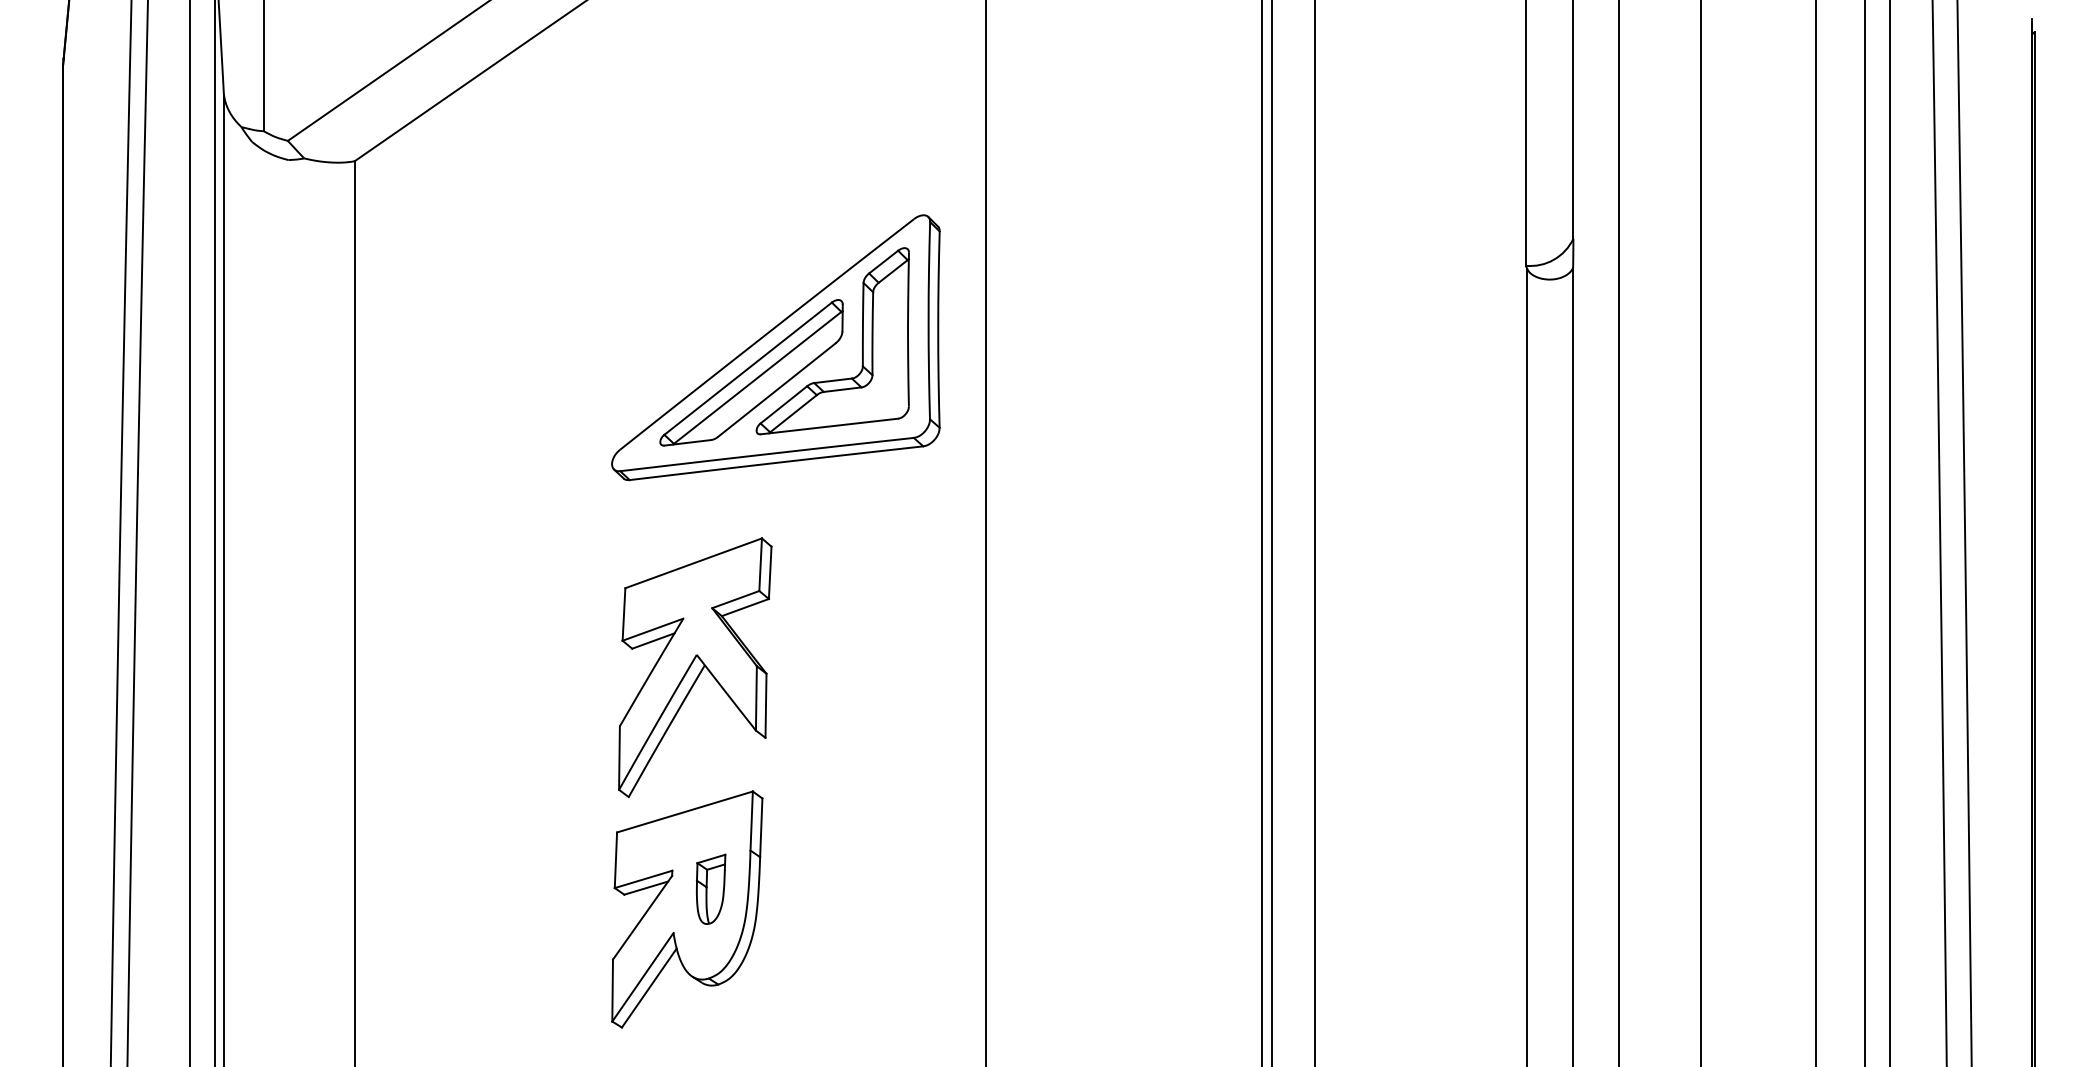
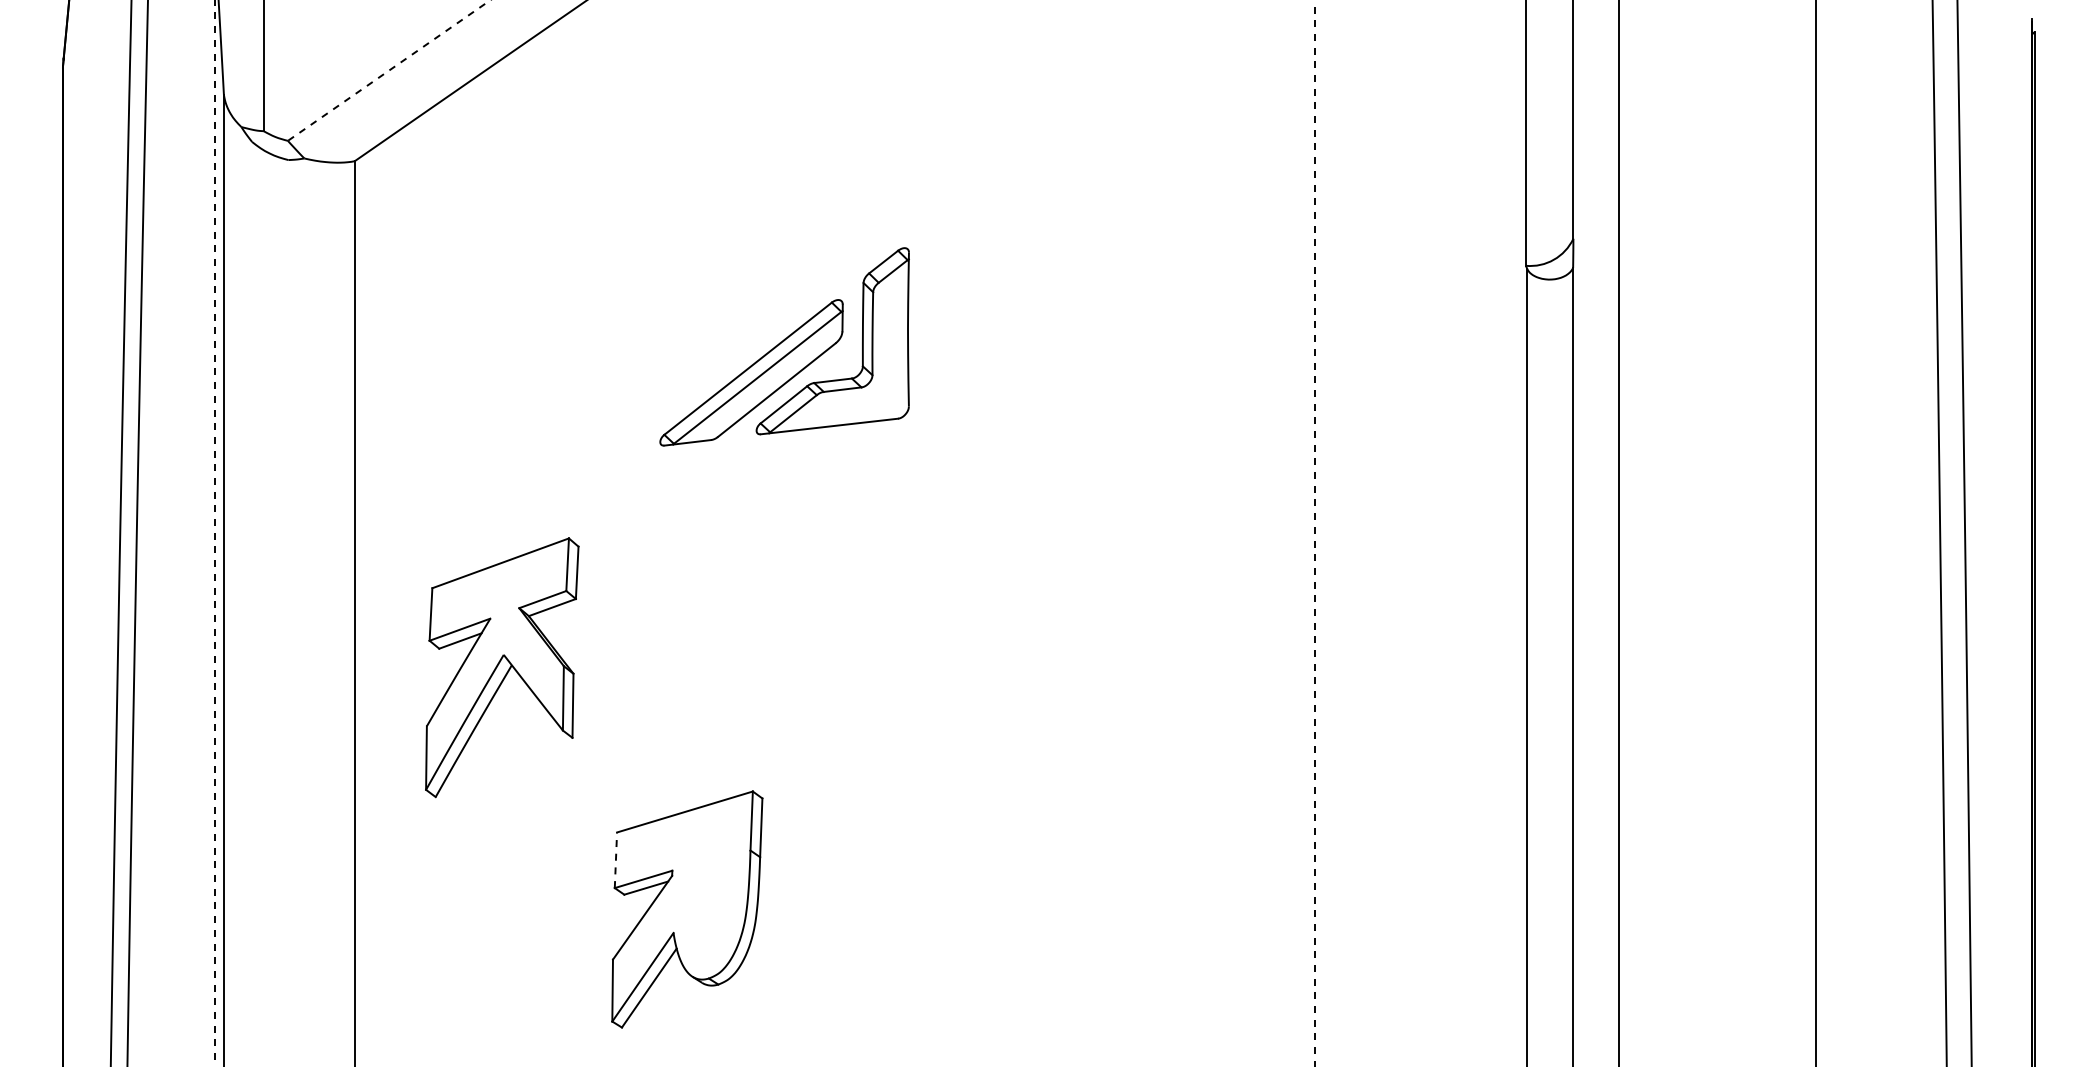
line at (388, 70): solid -> dashed
part at (775, 347): present -> none
line at (190, 532): present -> none
line at (986, 532): present -> none
line at (1262, 532): present -> none
line at (1271, 532): present -> none
line at (1700, 532): present -> none
line at (1864, 532): present -> none
line at (1890, 532): present -> none
line at (215, 533): solid -> dashed
line at (1315, 533): solid -> dashed
part at (695, 667) position: (695, 667) -> (502, 667)
line at (615, 860): solid -> dashed
part at (711, 888): present -> none
